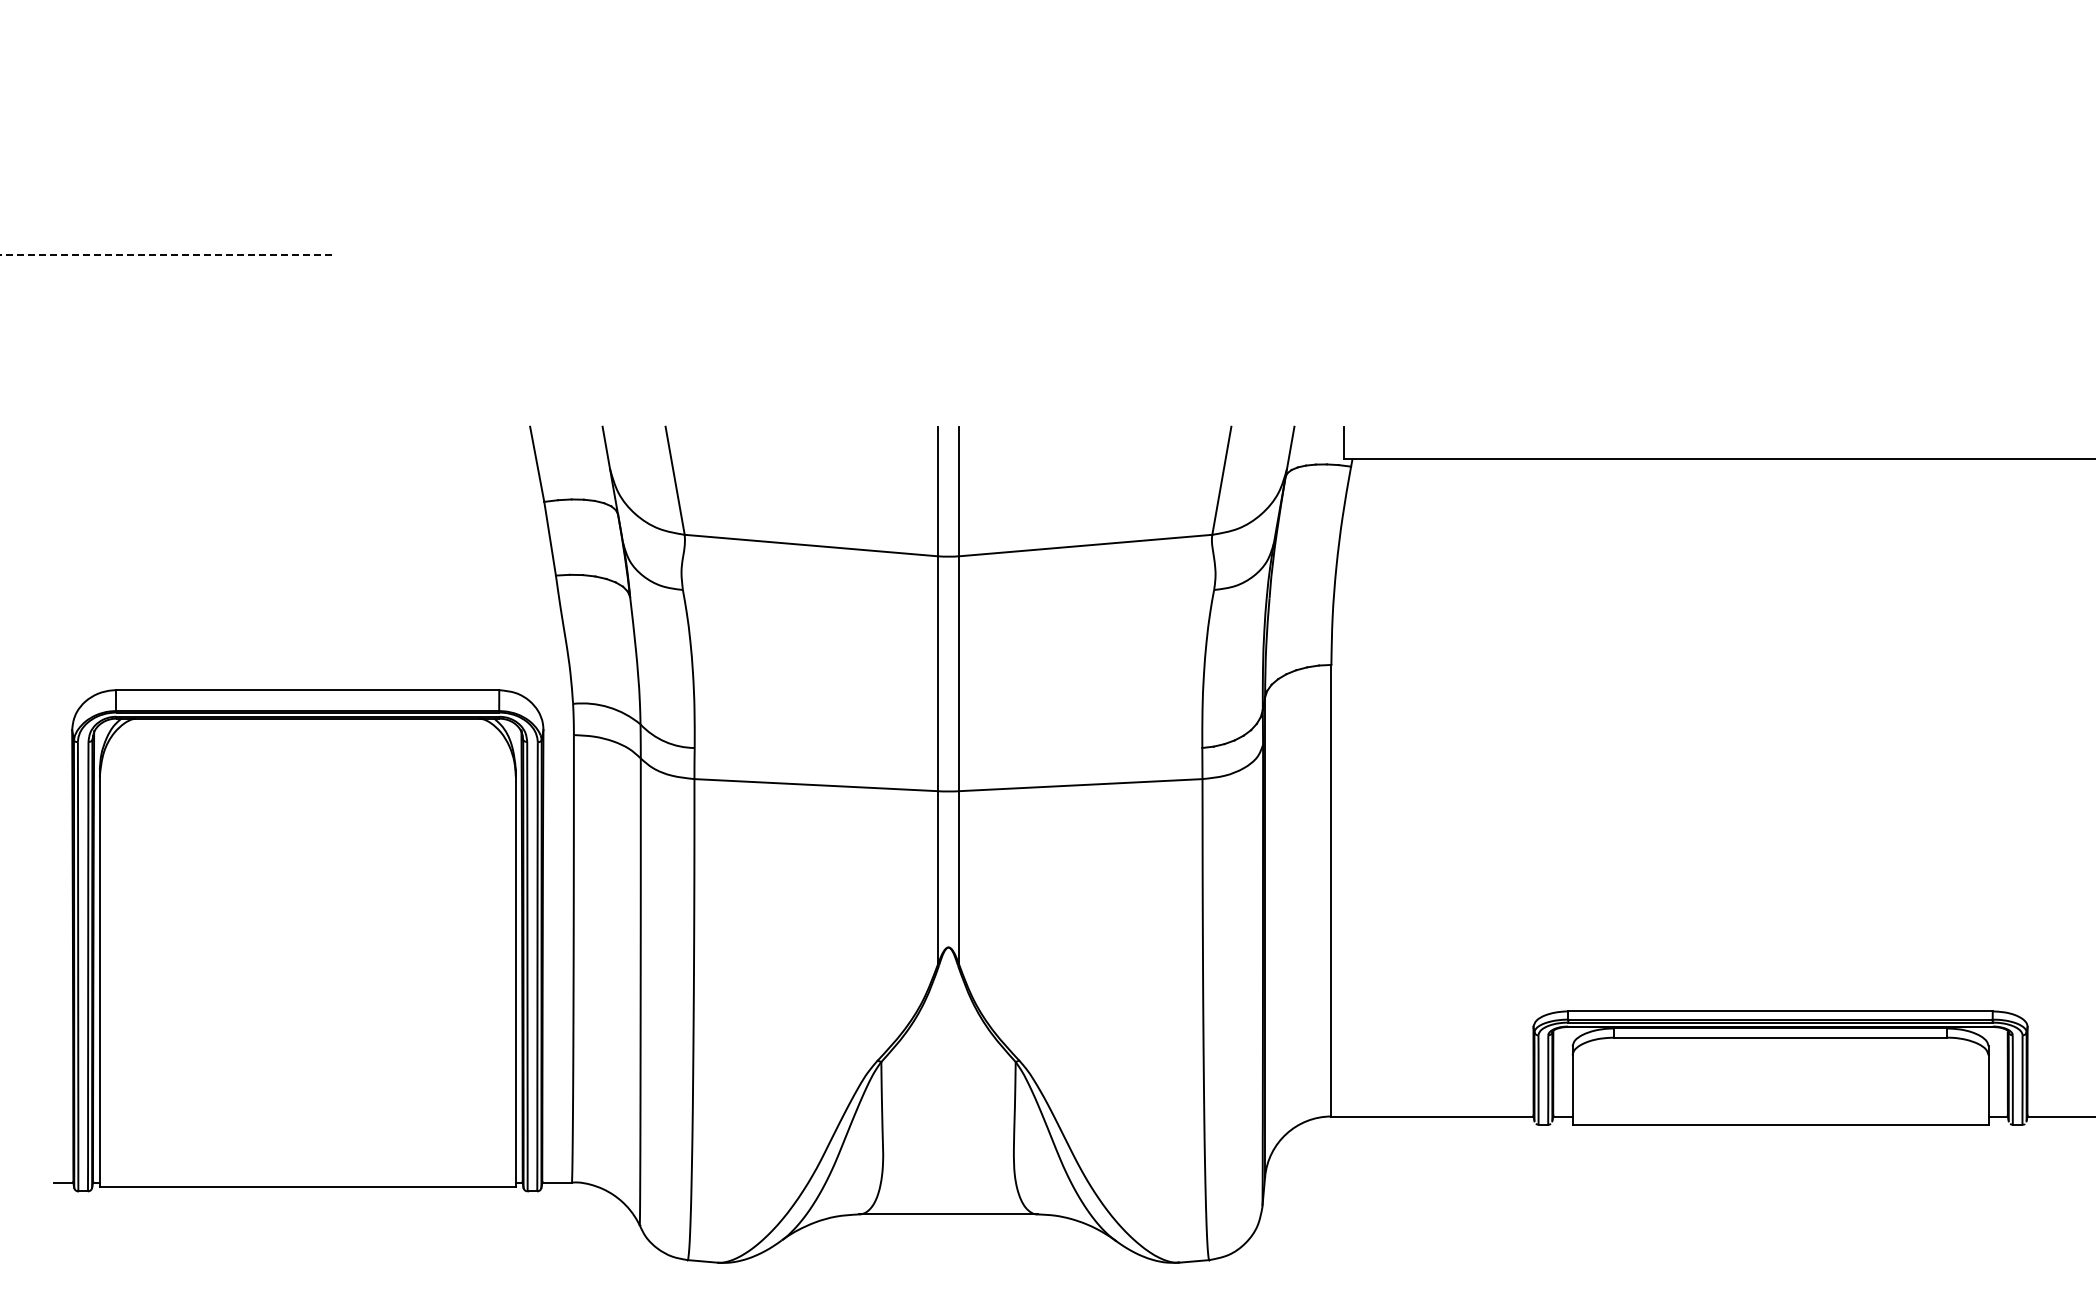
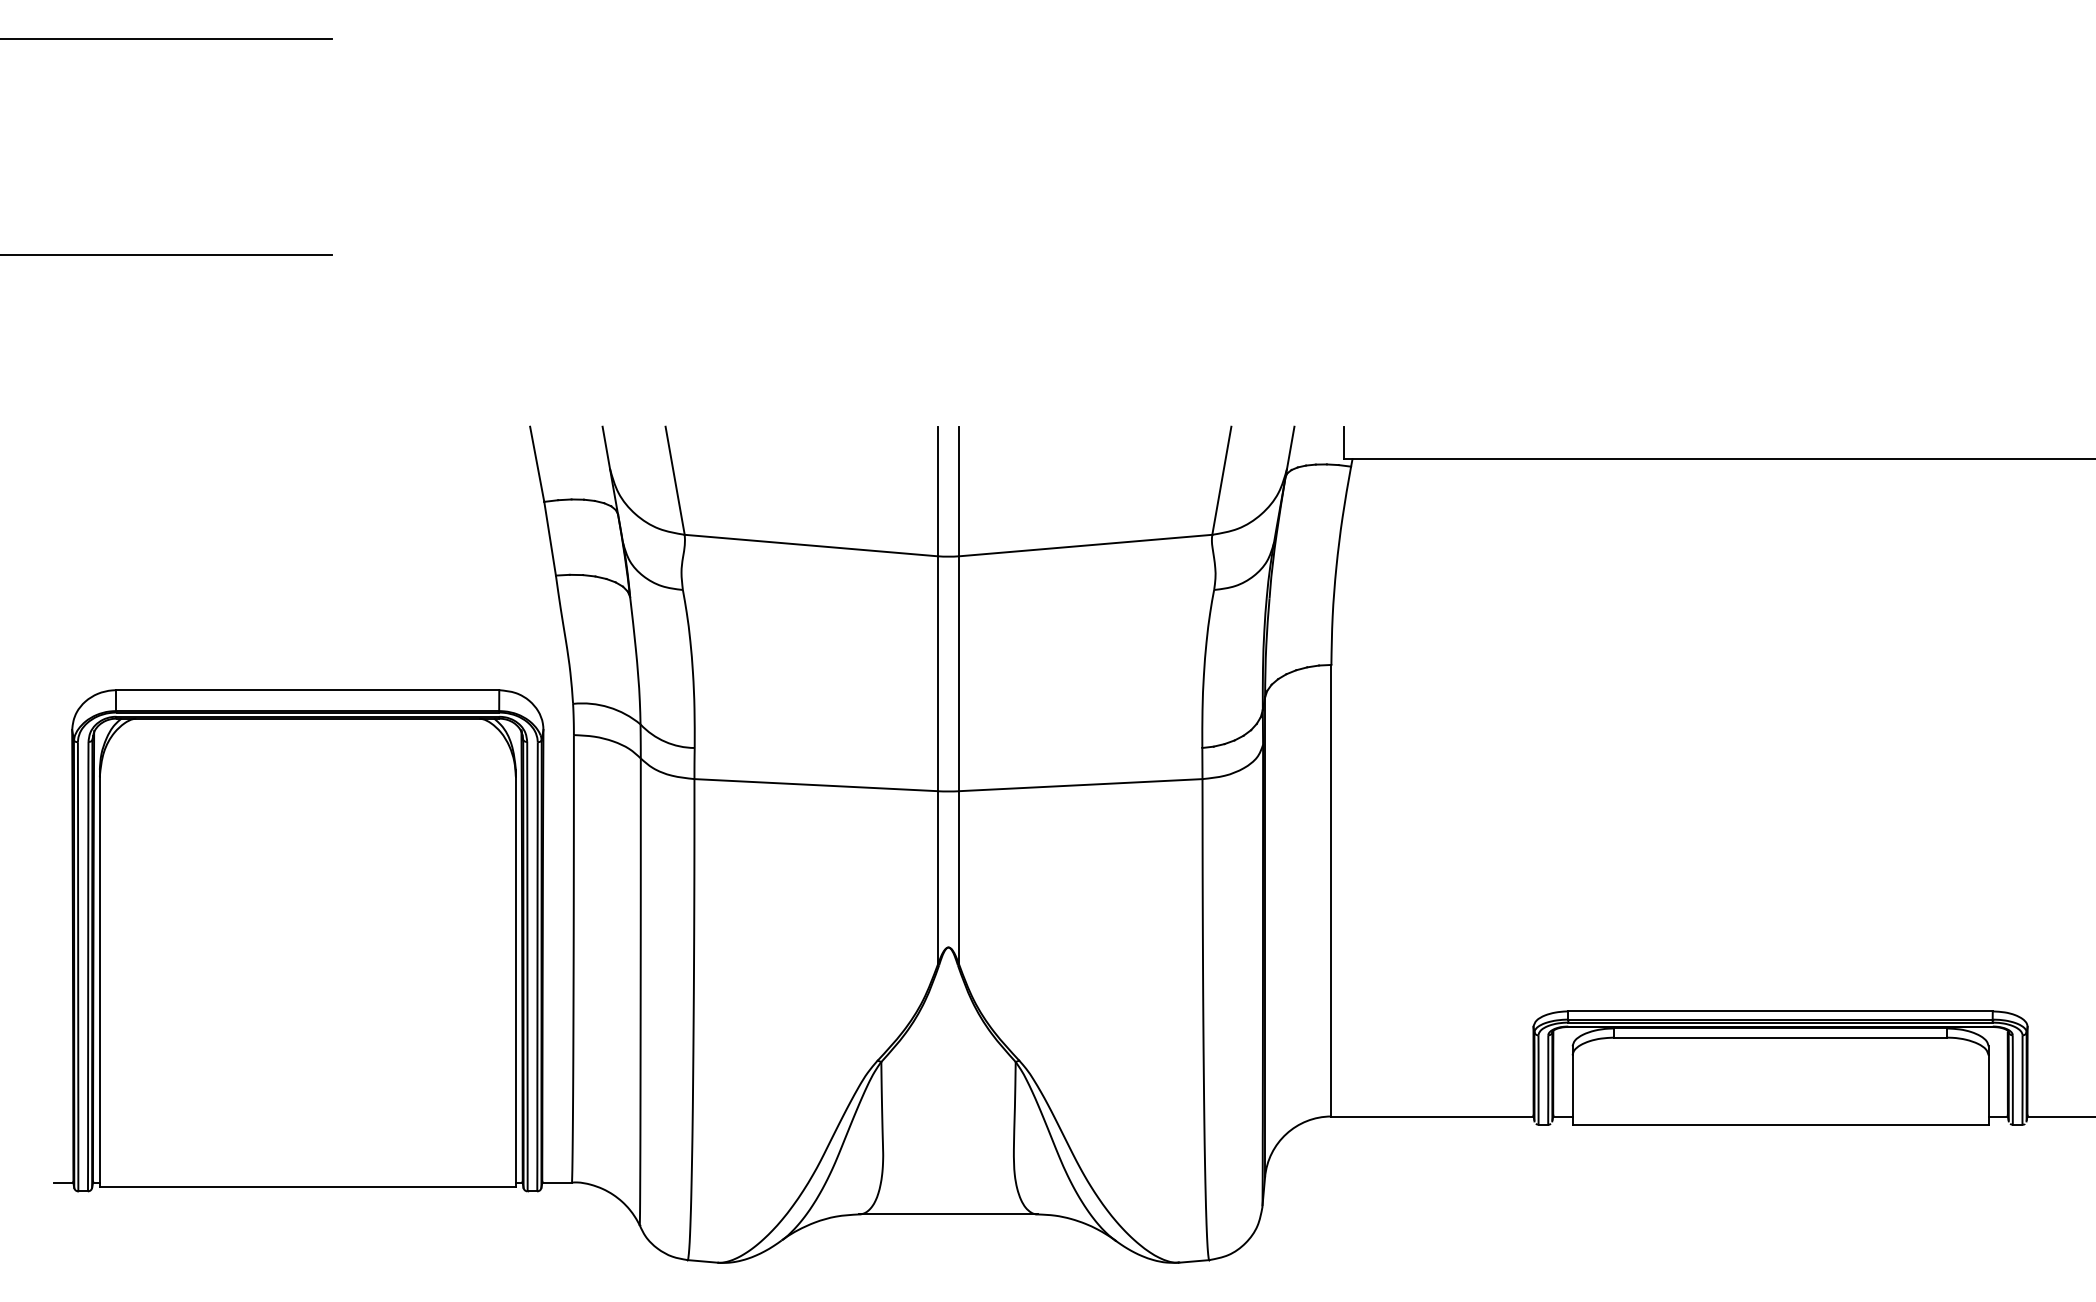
line at (167, 39): none -> present
line at (166, 255): dashed -> solid
